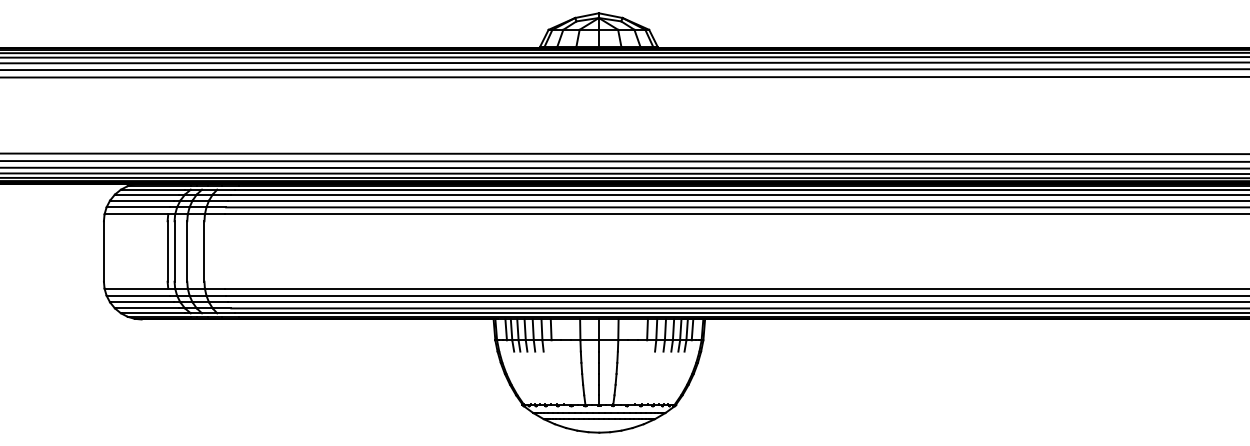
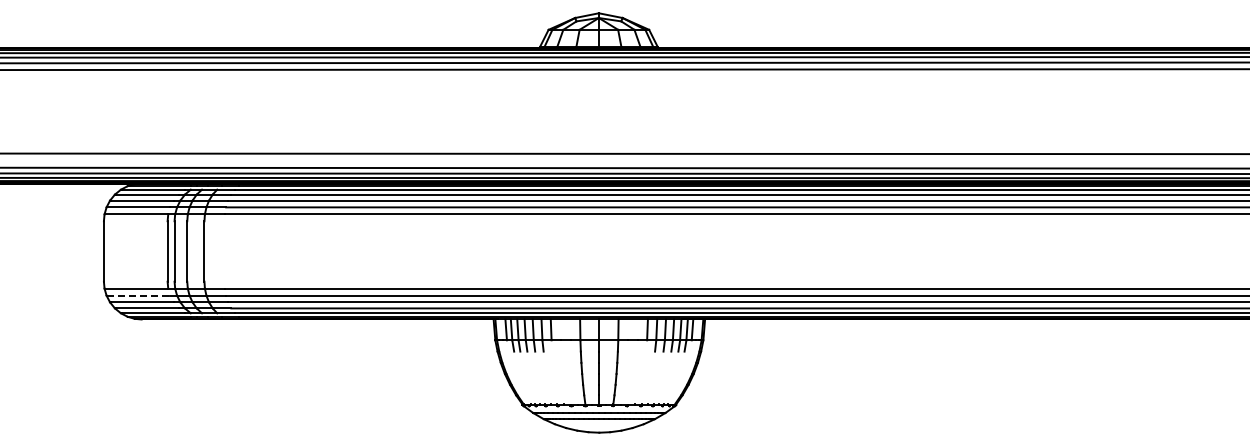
line at (624, 76): present -> none
line at (624, 161): present -> none
line at (139, 295): solid -> dashed
